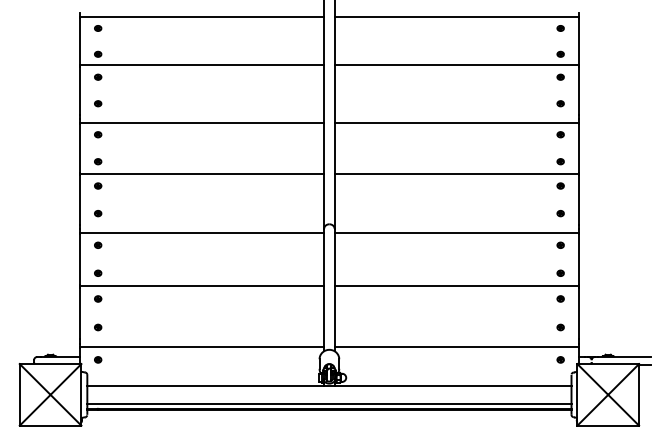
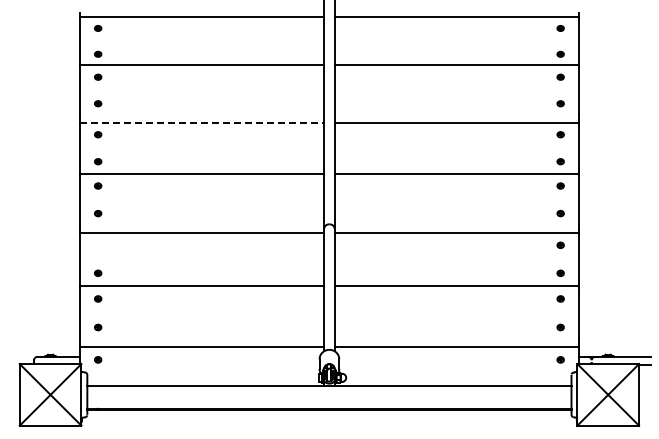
line at (202, 122): solid -> dashed
part at (98, 244): present -> none
line at (329, 404): present -> none
